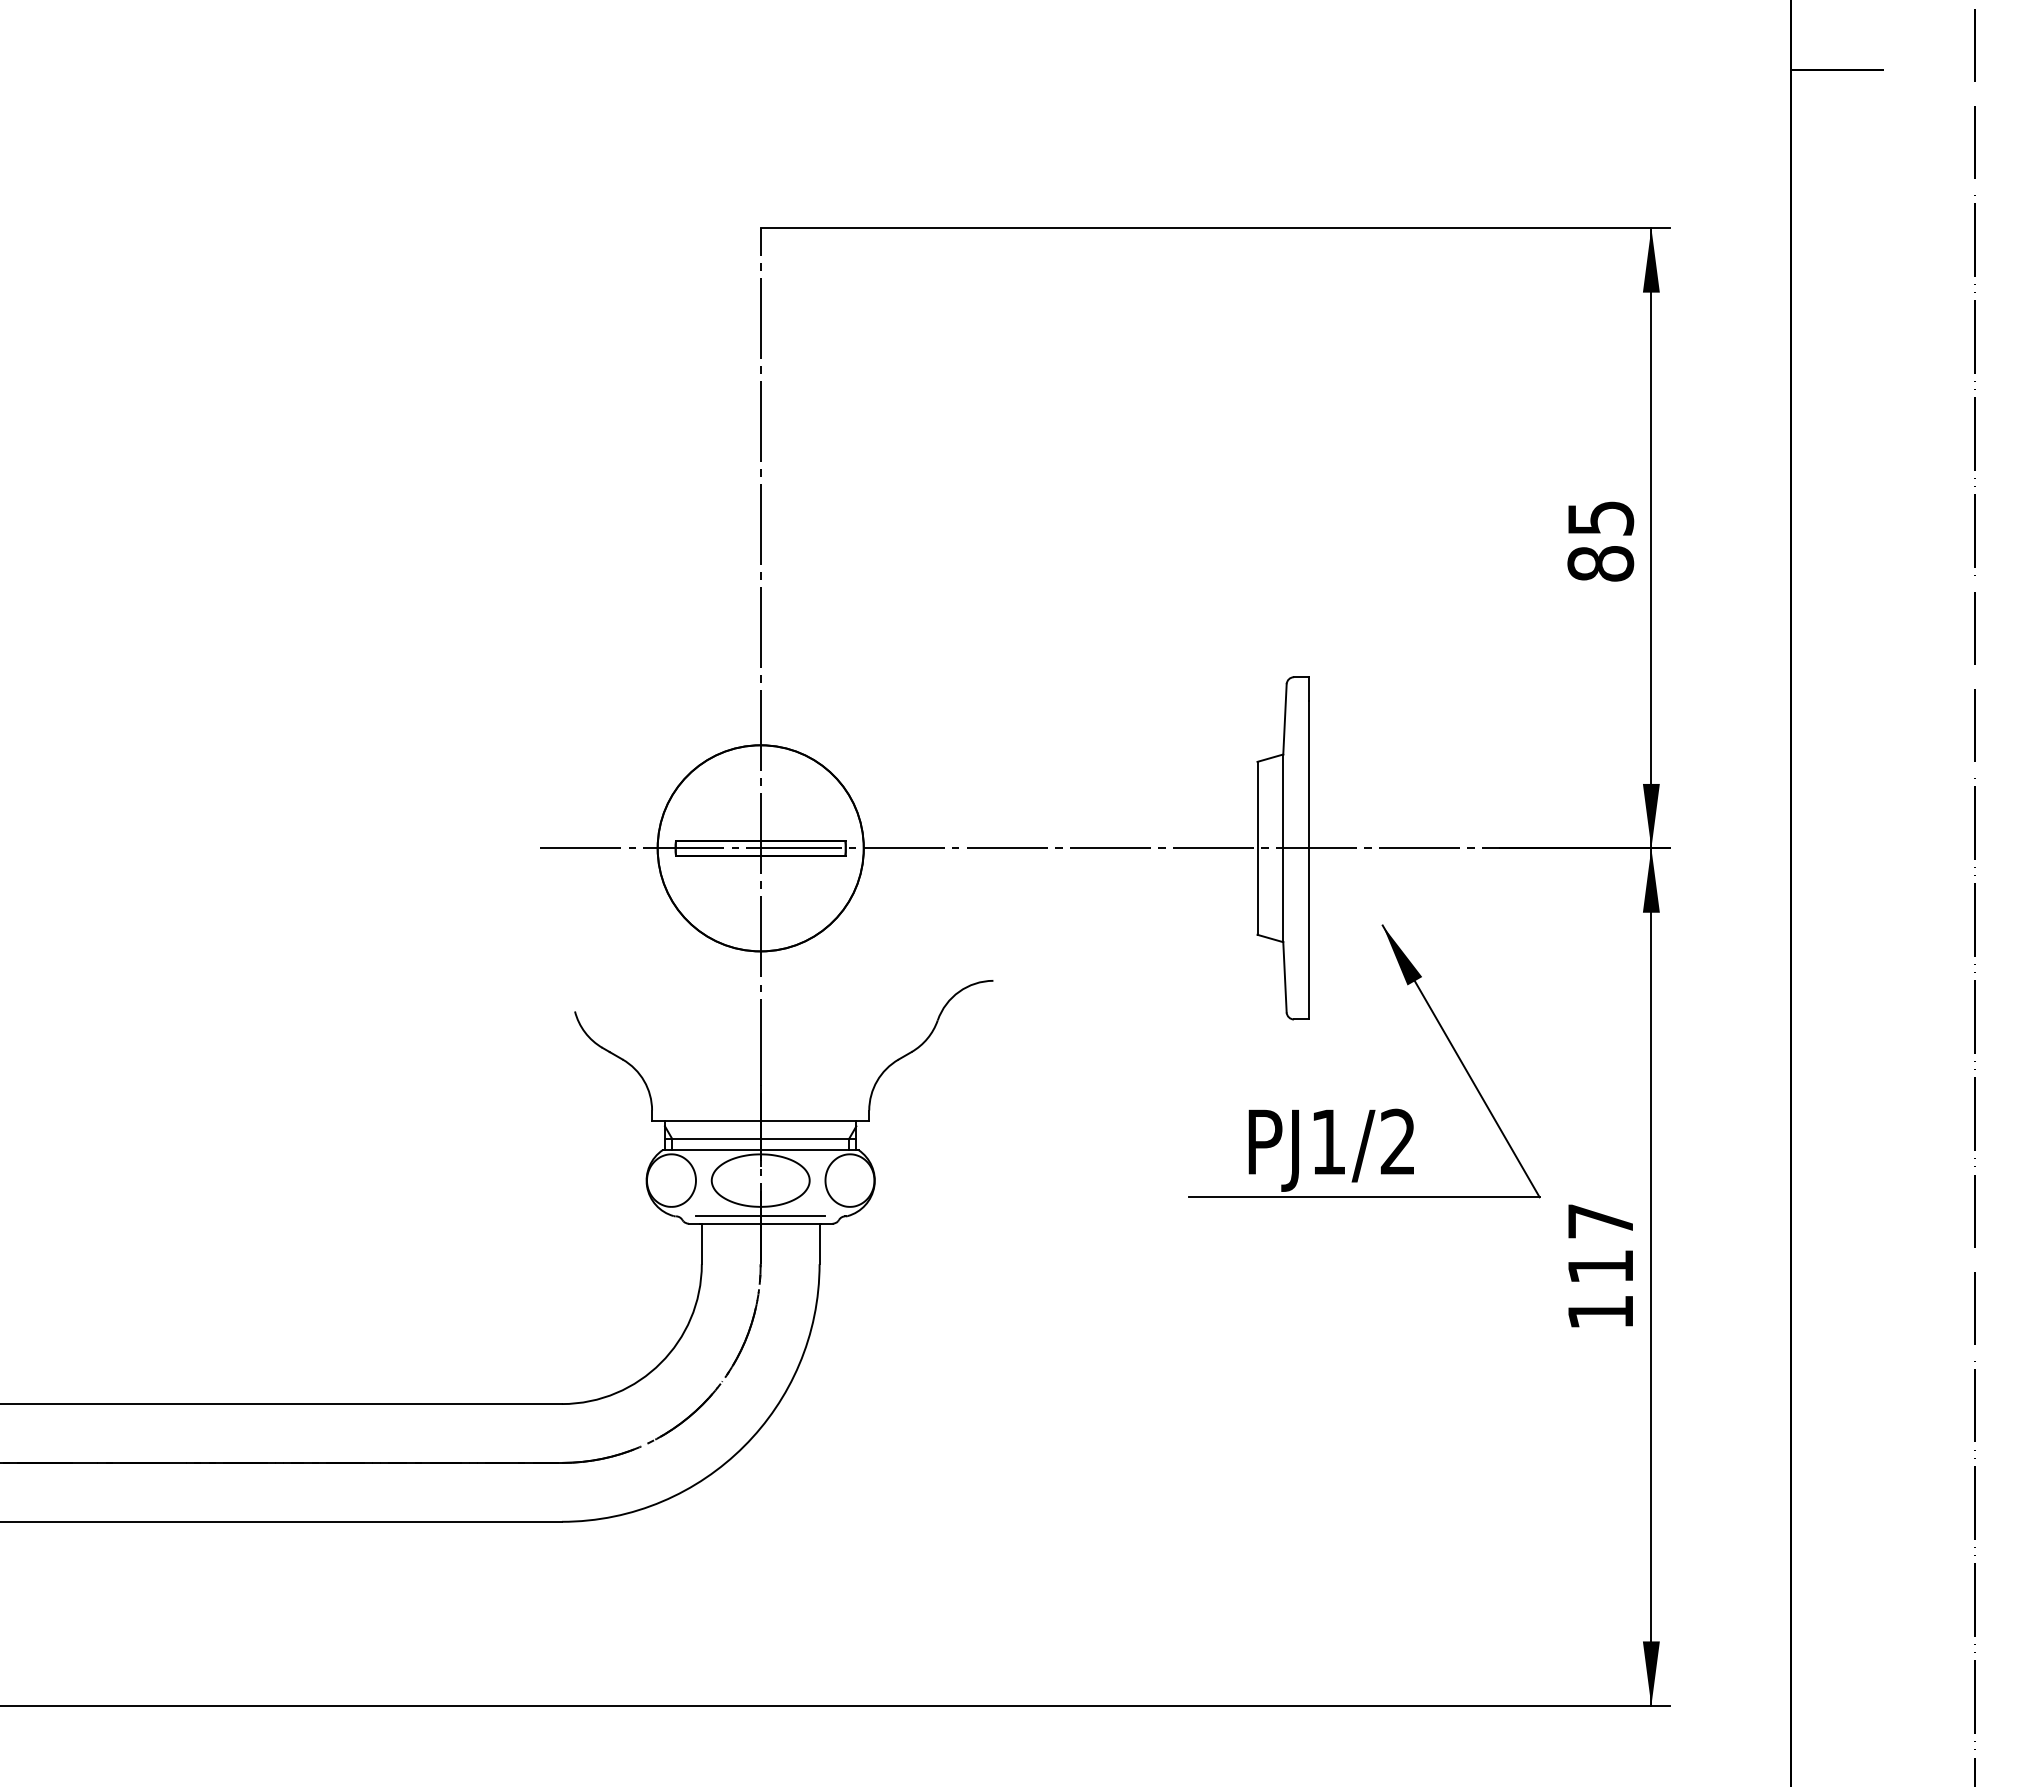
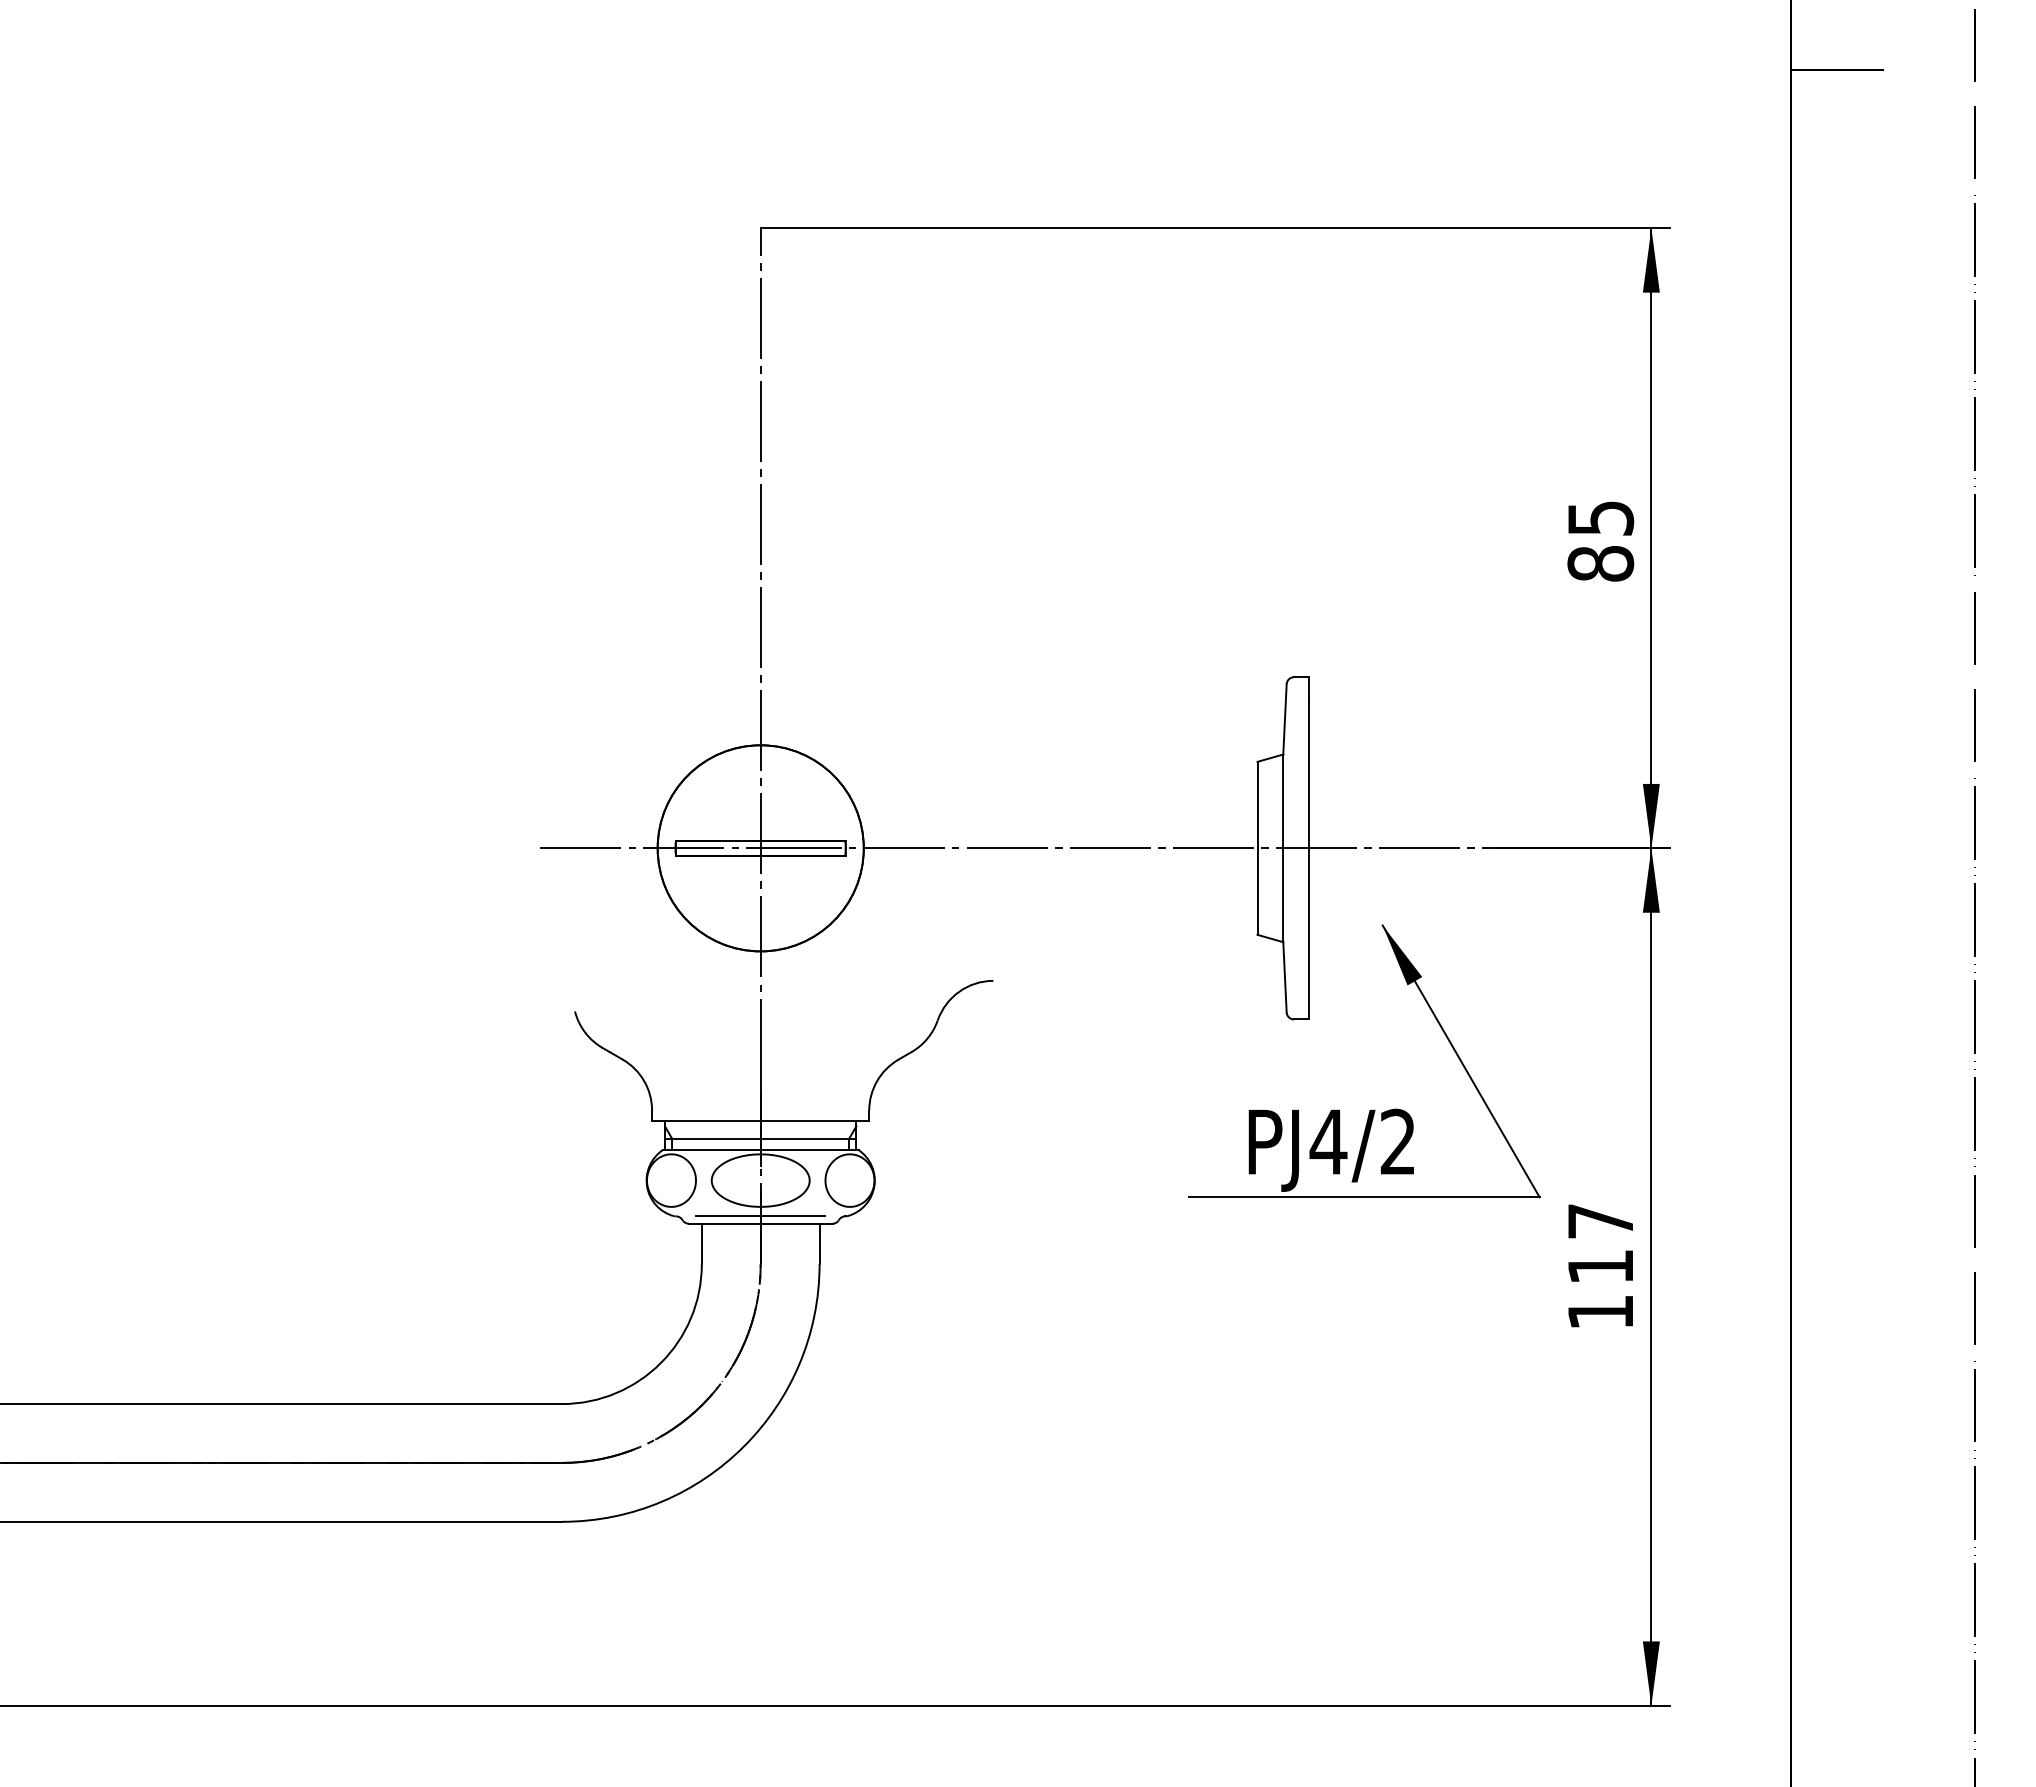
text at (1328, 1141): PJ1/2 -> PJ4/2
